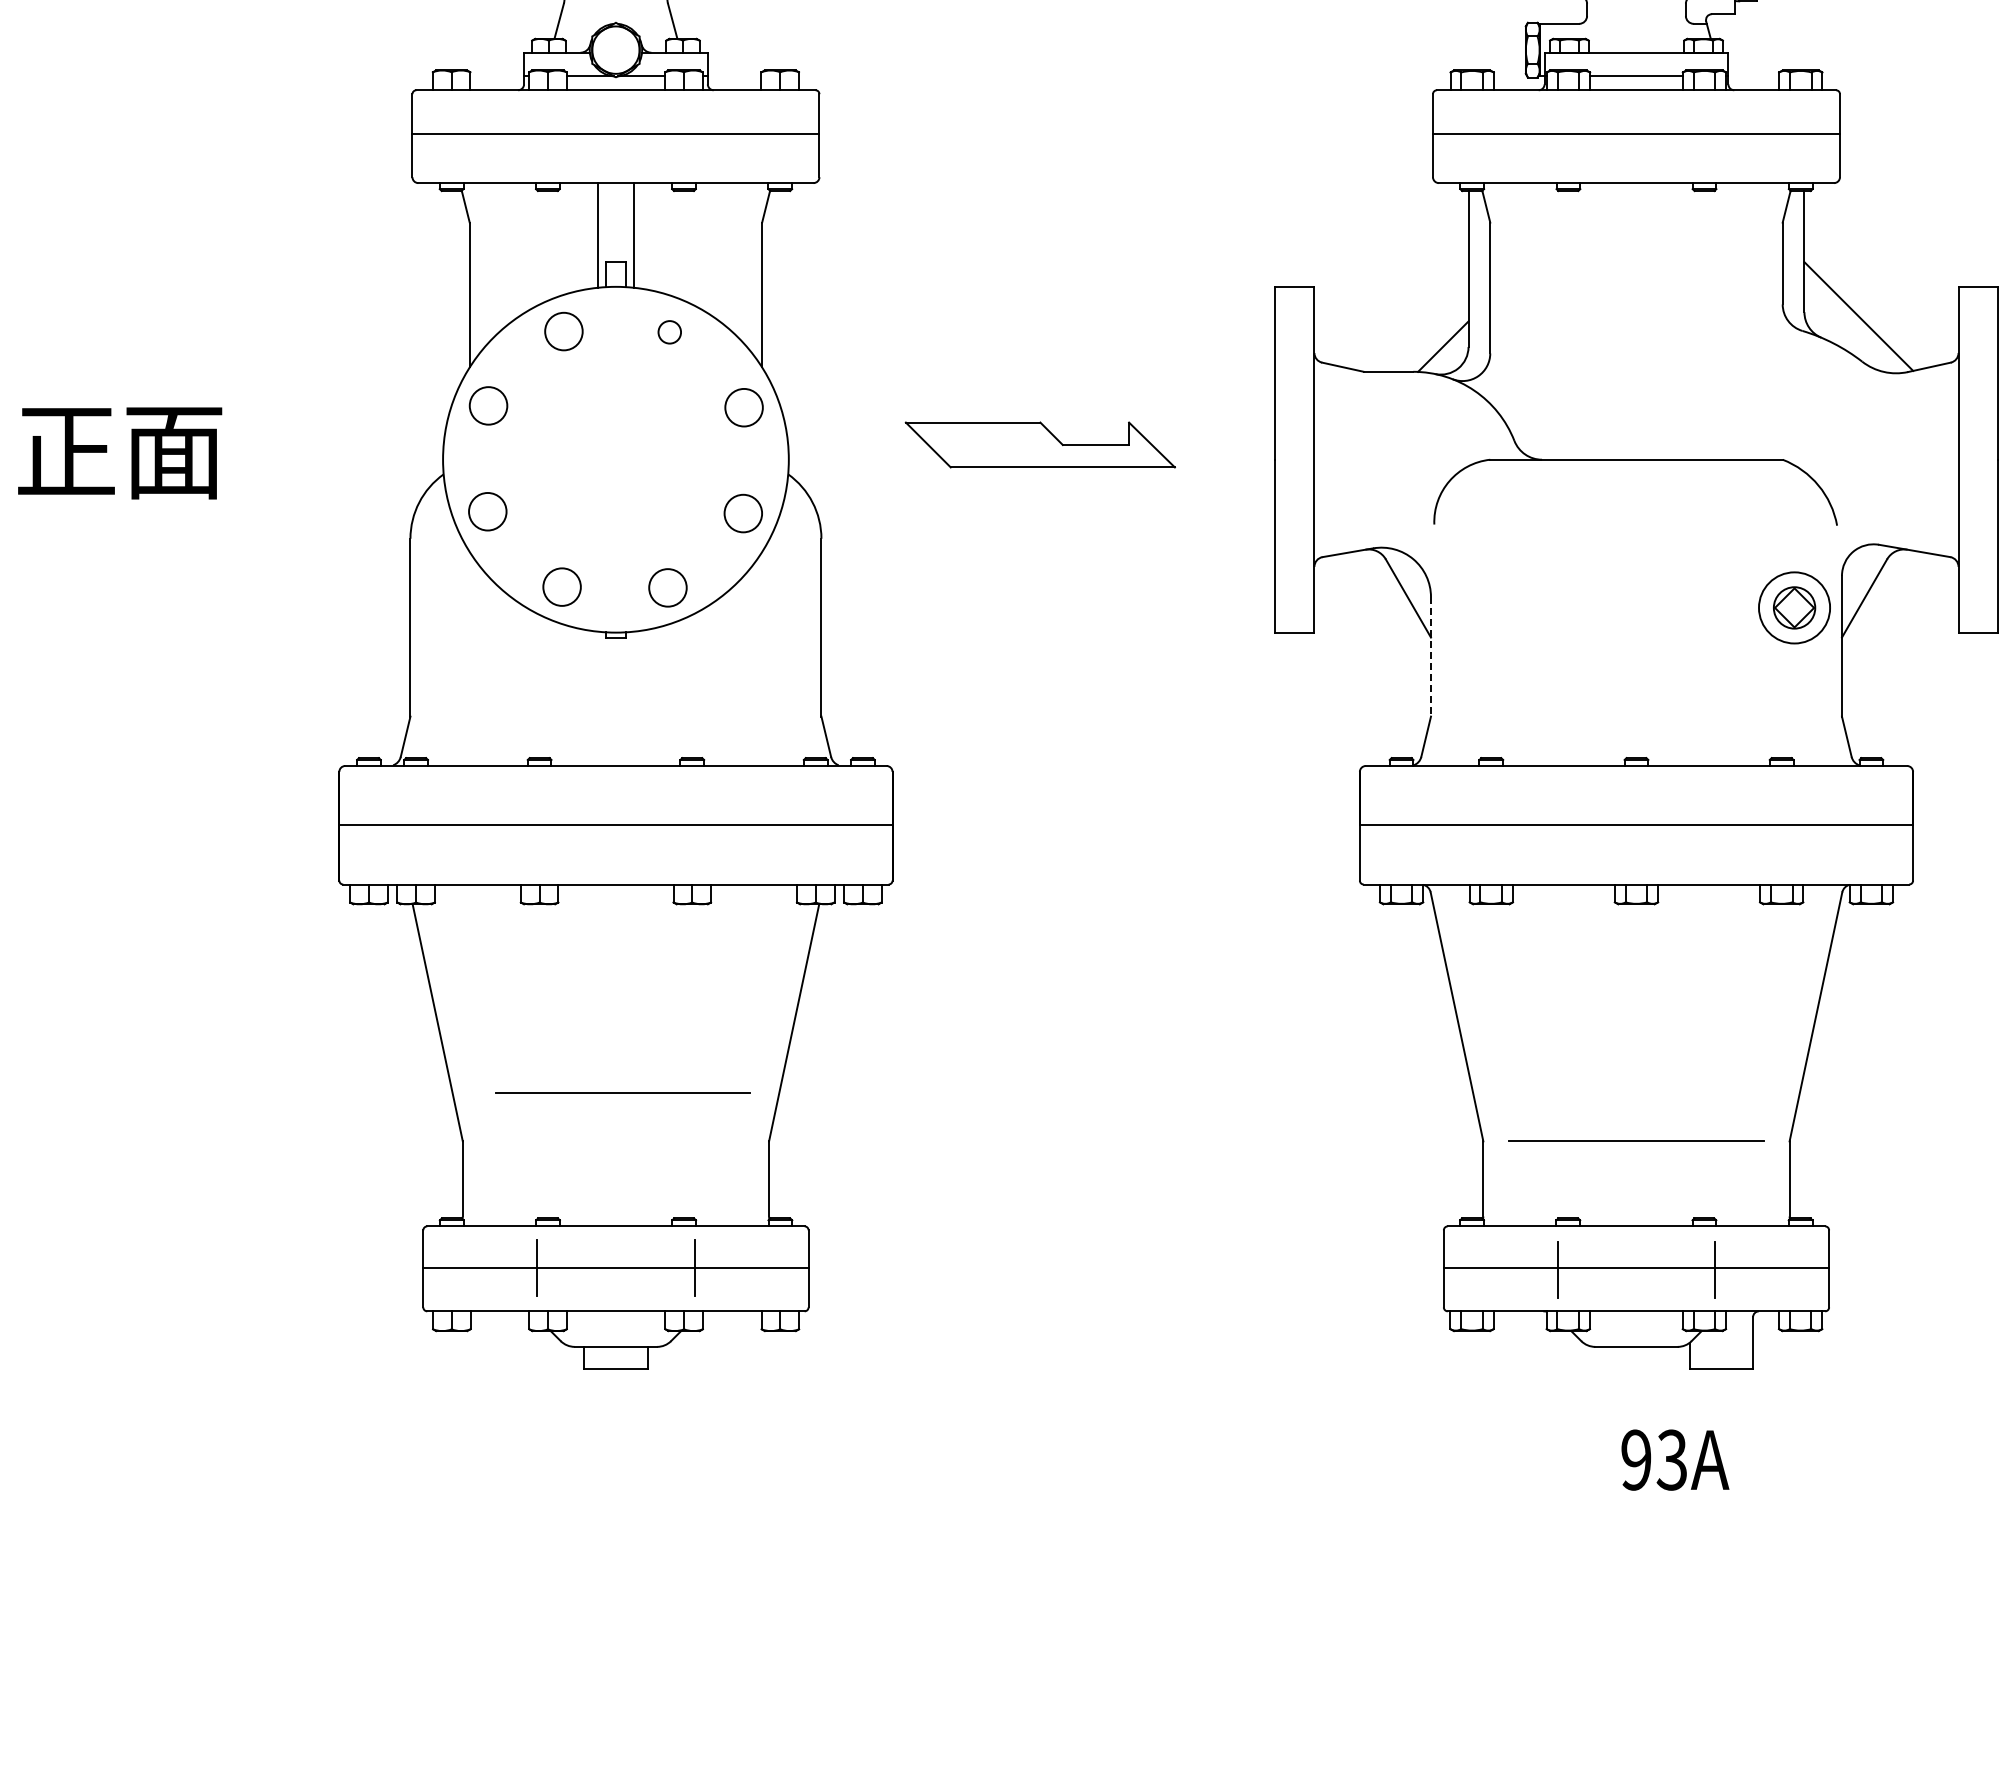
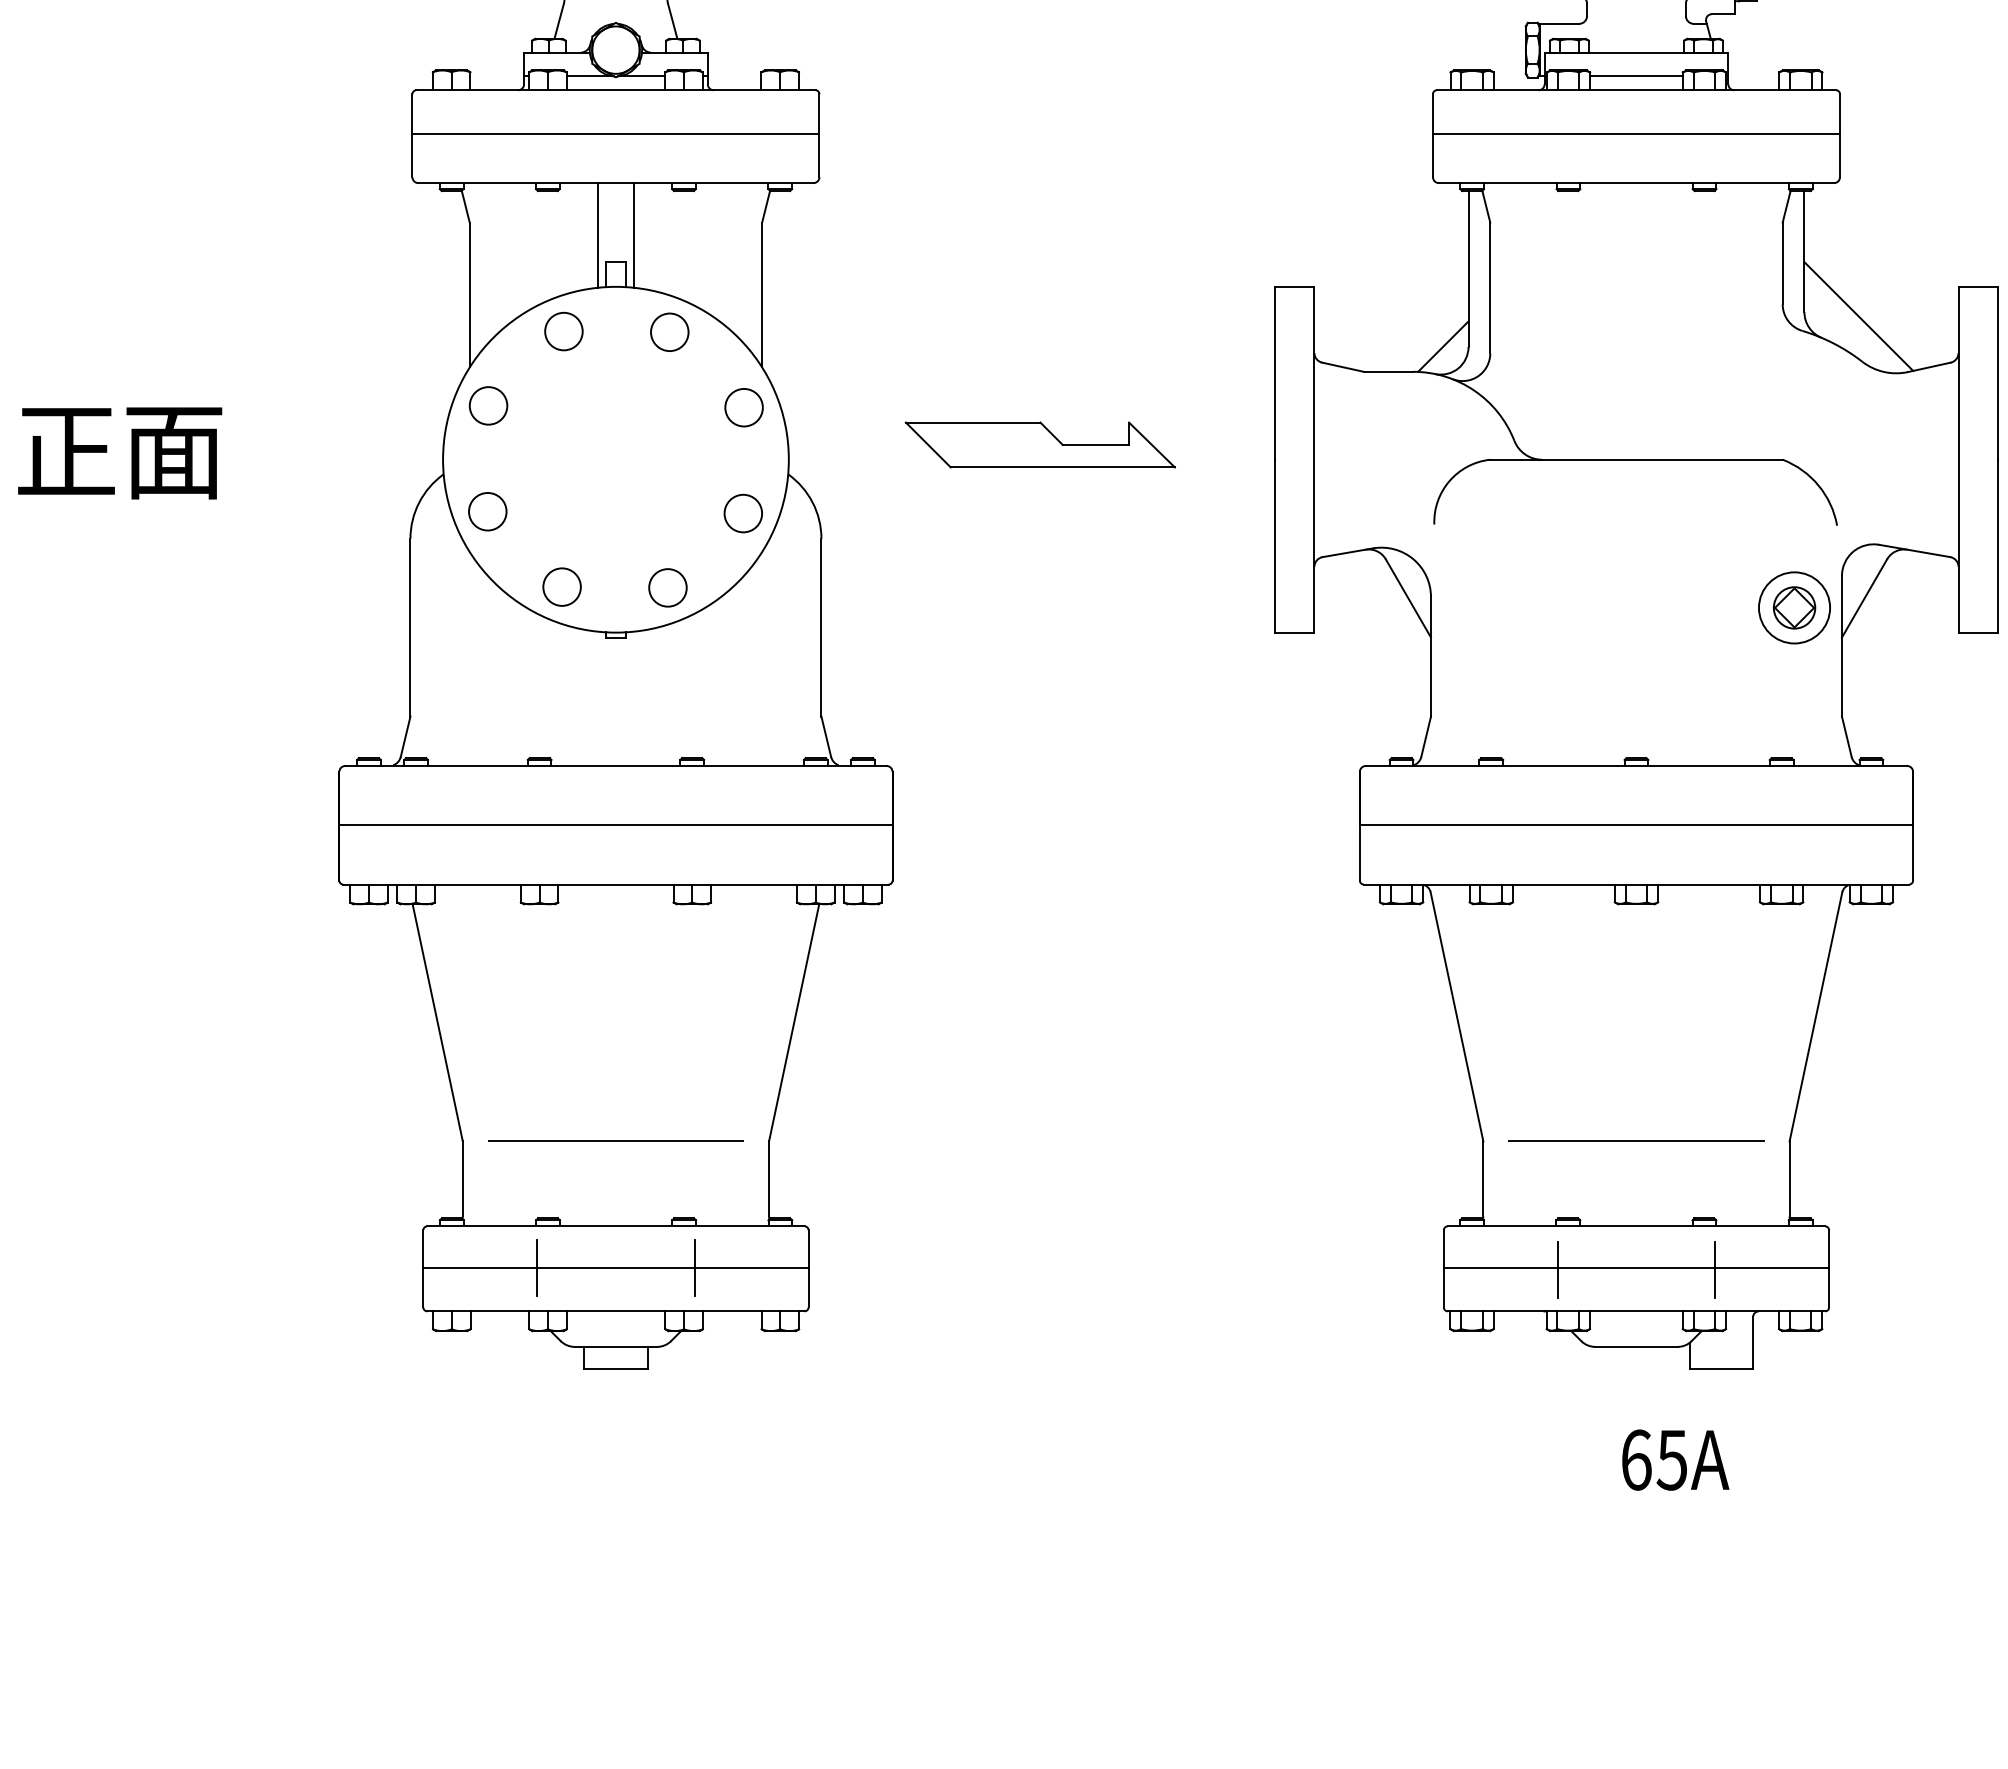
circle at (669, 332) diameter: 23 px -> 38 px
line at (1431, 656): dashed -> solid
line at (622, 1092) position: (622, 1092) -> (615, 1140)
text at (1653, 1459): 93A -> 65A
